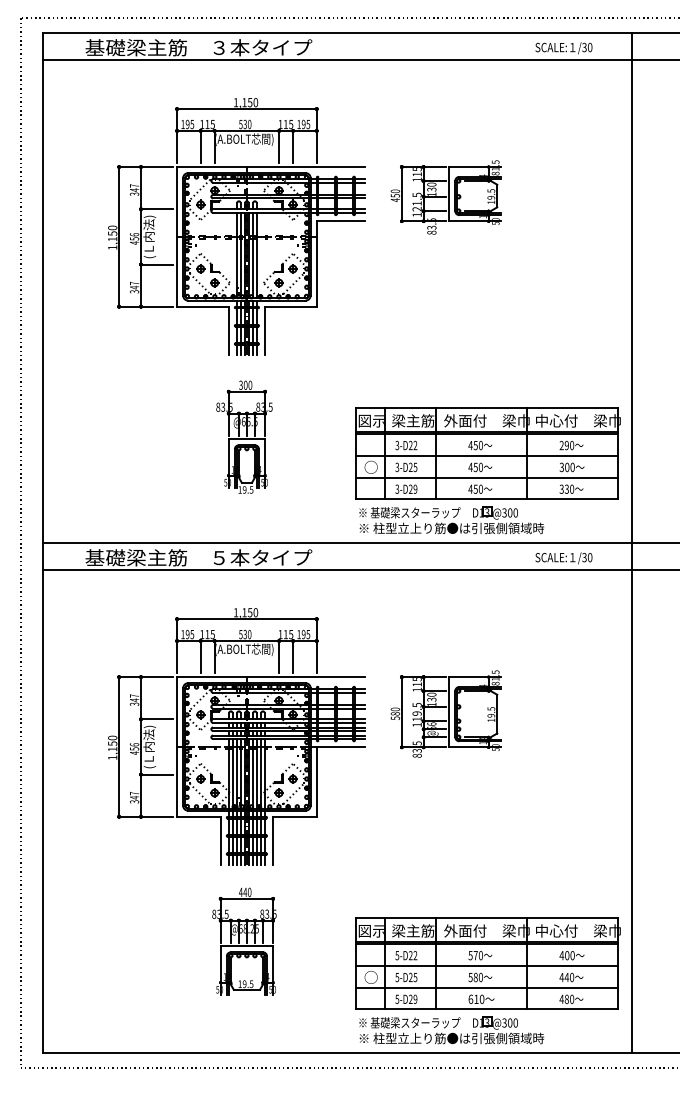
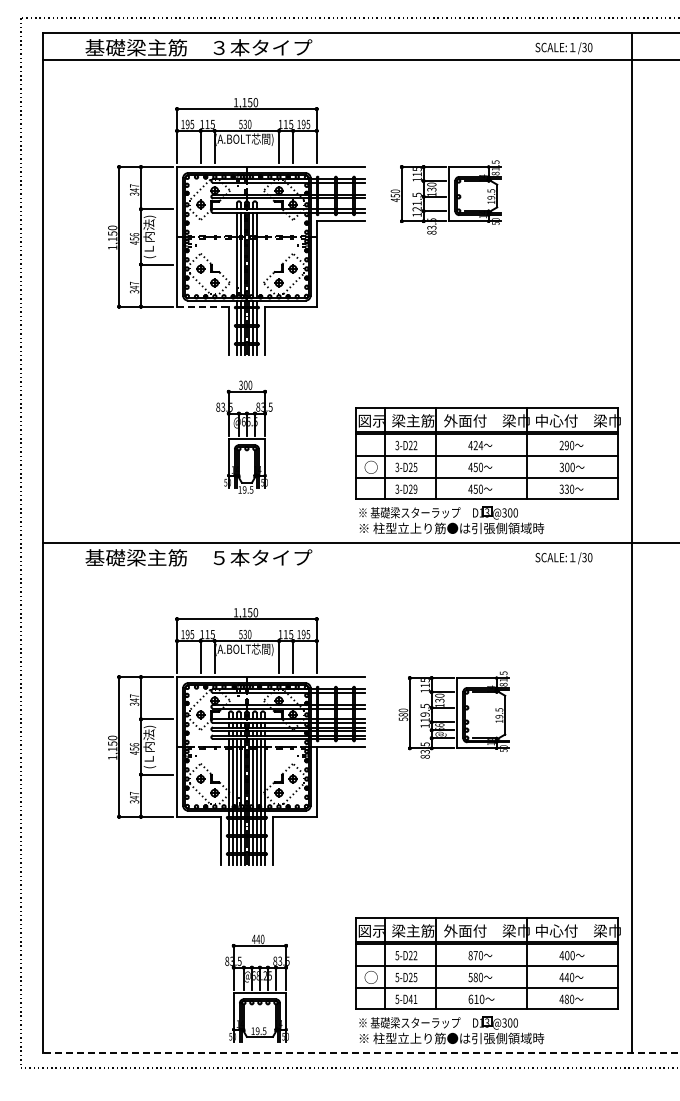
line at (202, 306): solid -> dashed
text at (478, 445): 450 -> 424
line at (359, 570): present -> none
part at (445, 713) position: (445, 713) -> (453, 714)
part at (244, 941) position: (244, 941) -> (257, 988)
text at (470, 955): 570 -> 870
text at (412, 998): 5-D29 -> 5-D41
line at (360, 1053): solid -> dashed
